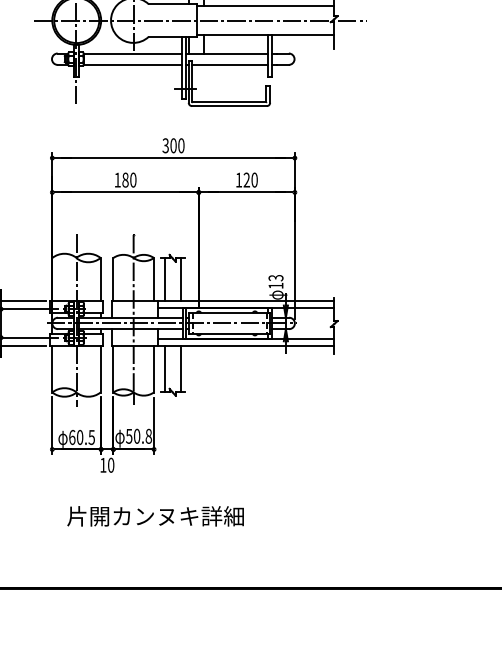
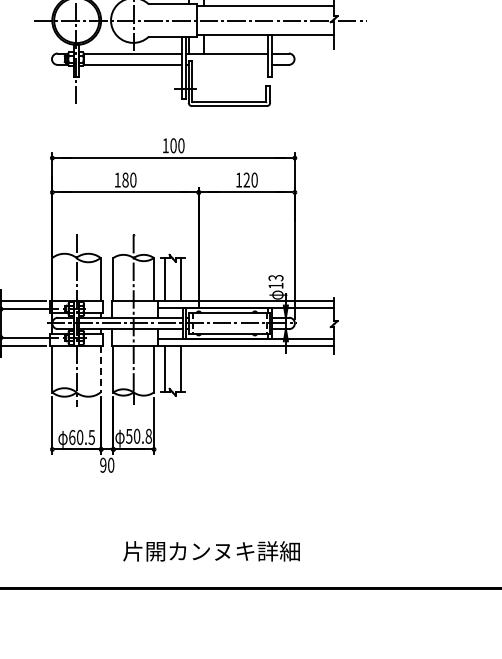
line at (230, 64): present -> none
text at (165, 145): 300 -> 100
line at (101, 369): solid -> dashed
text at (103, 464): 10 -> 90
text at (155, 516) position: (155, 516) -> (211, 551)
